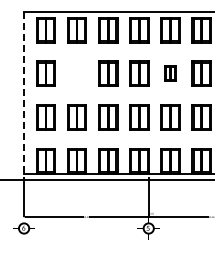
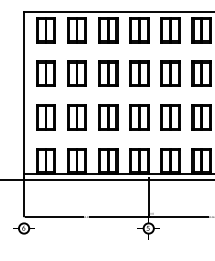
part at (76, 73): none -> present
part at (170, 73) size: 13x17 px -> 21x27 px
line at (24, 96): dashed -> solid
